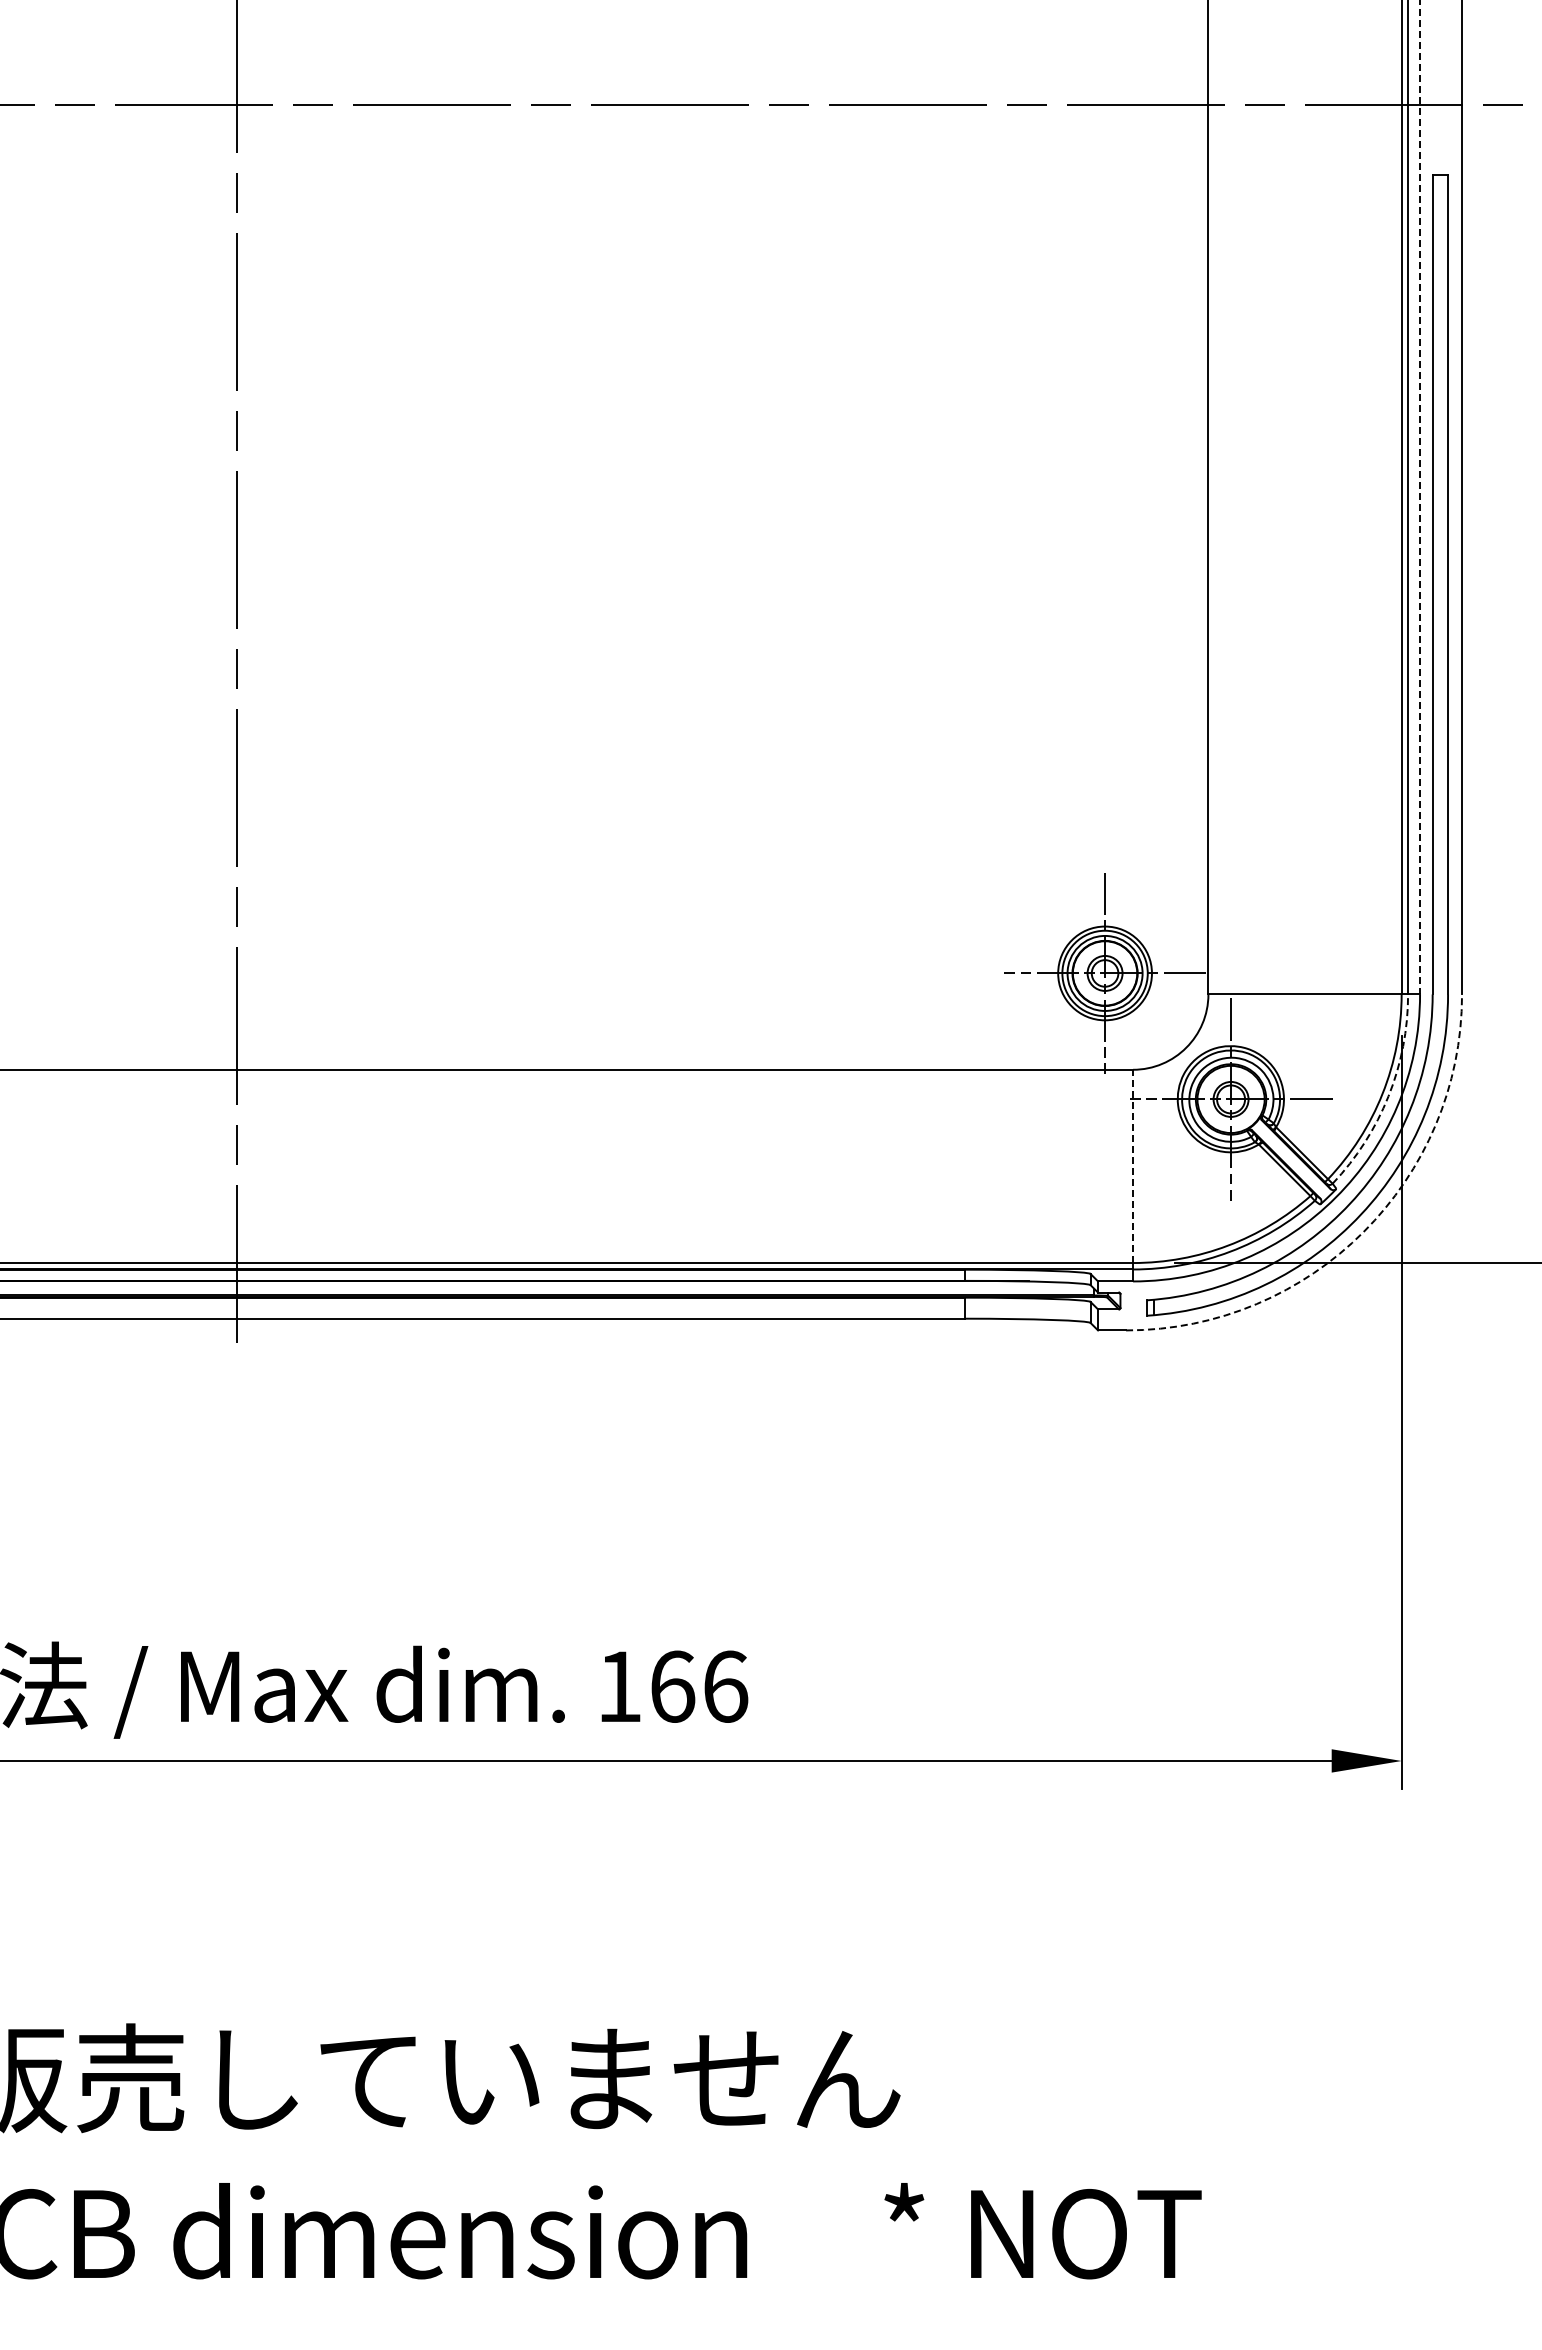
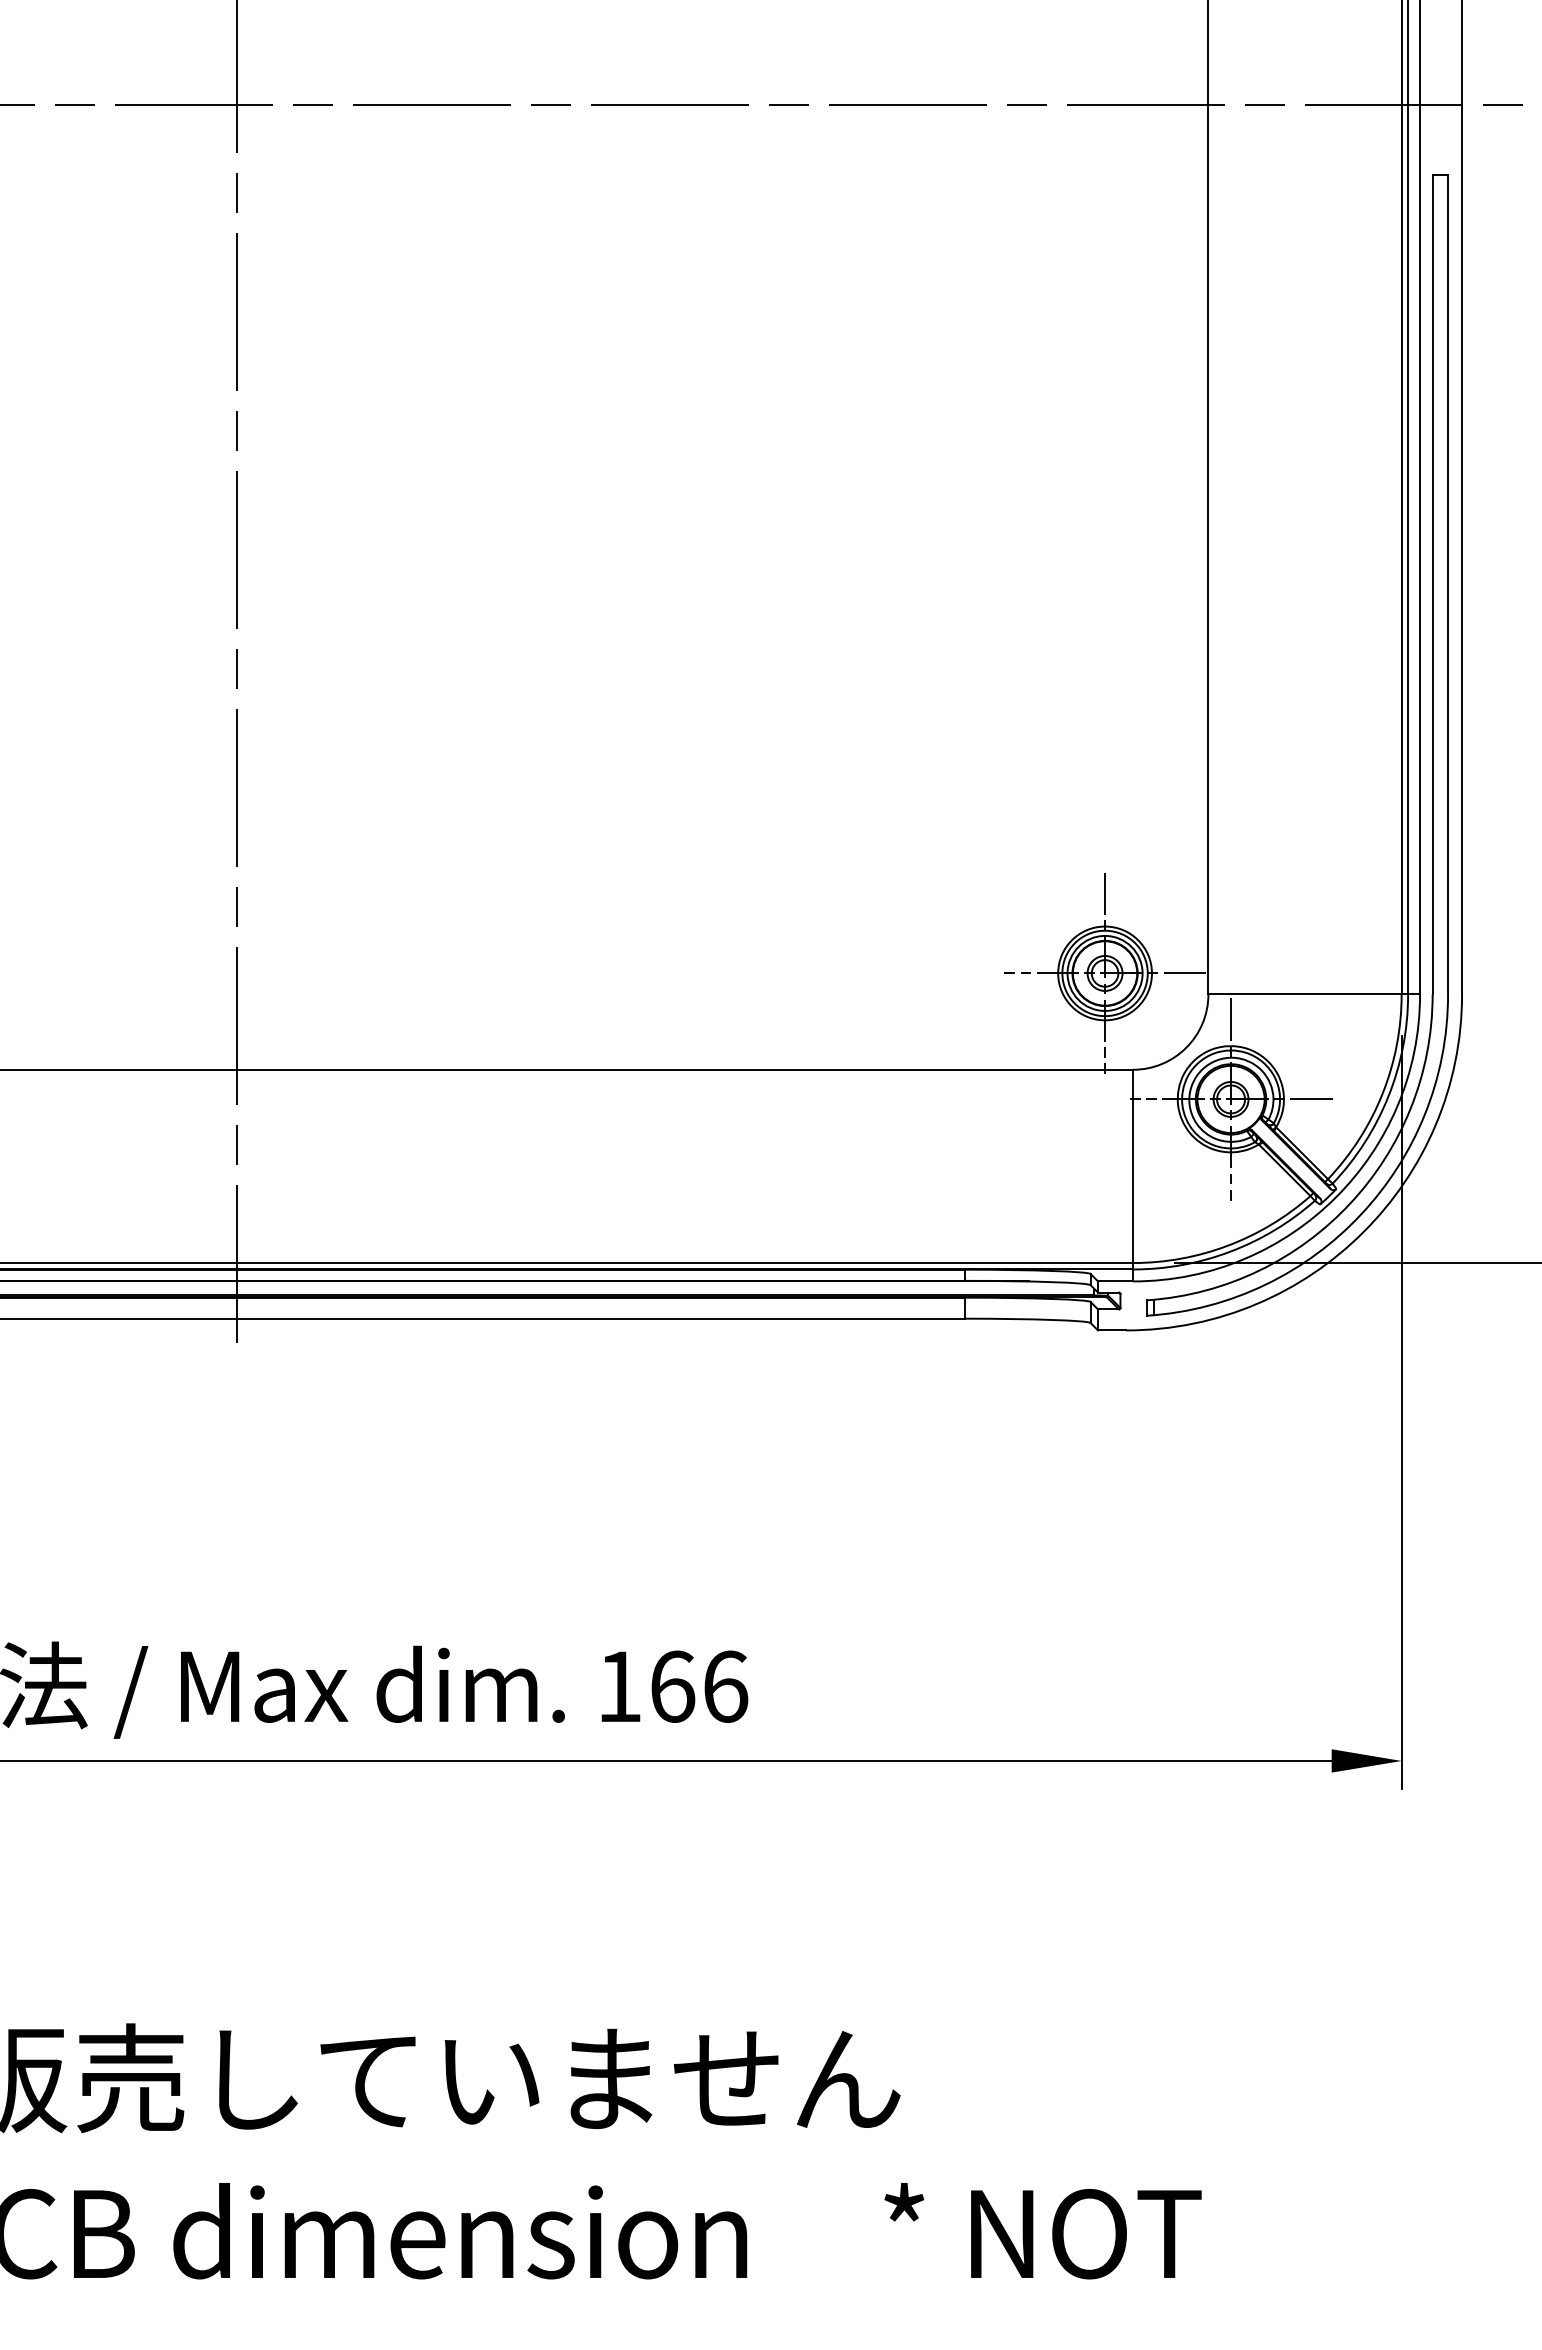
line at (1420, 497): dashed -> solid
arc at (1388, 1096): dashed -> solid
line at (1133, 1166): dashed -> solid
arc at (1363, 1232): dashed -> solid
